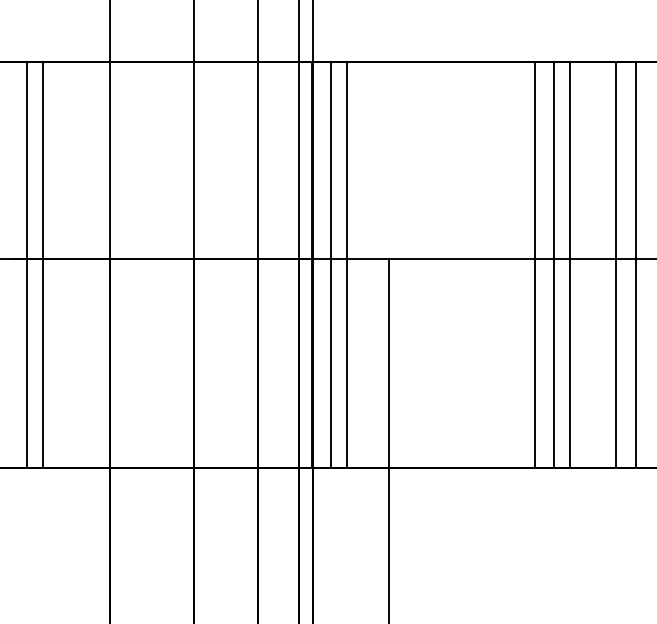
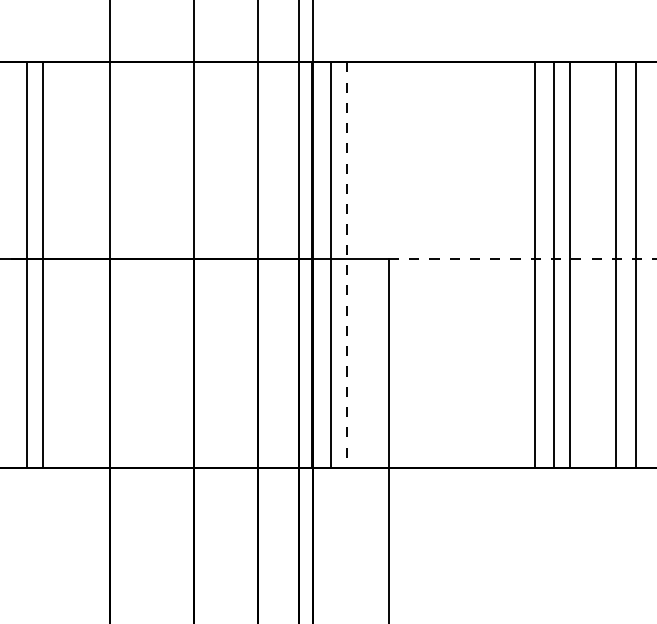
line at (522, 259): solid -> dashed
line at (347, 265): solid -> dashed
